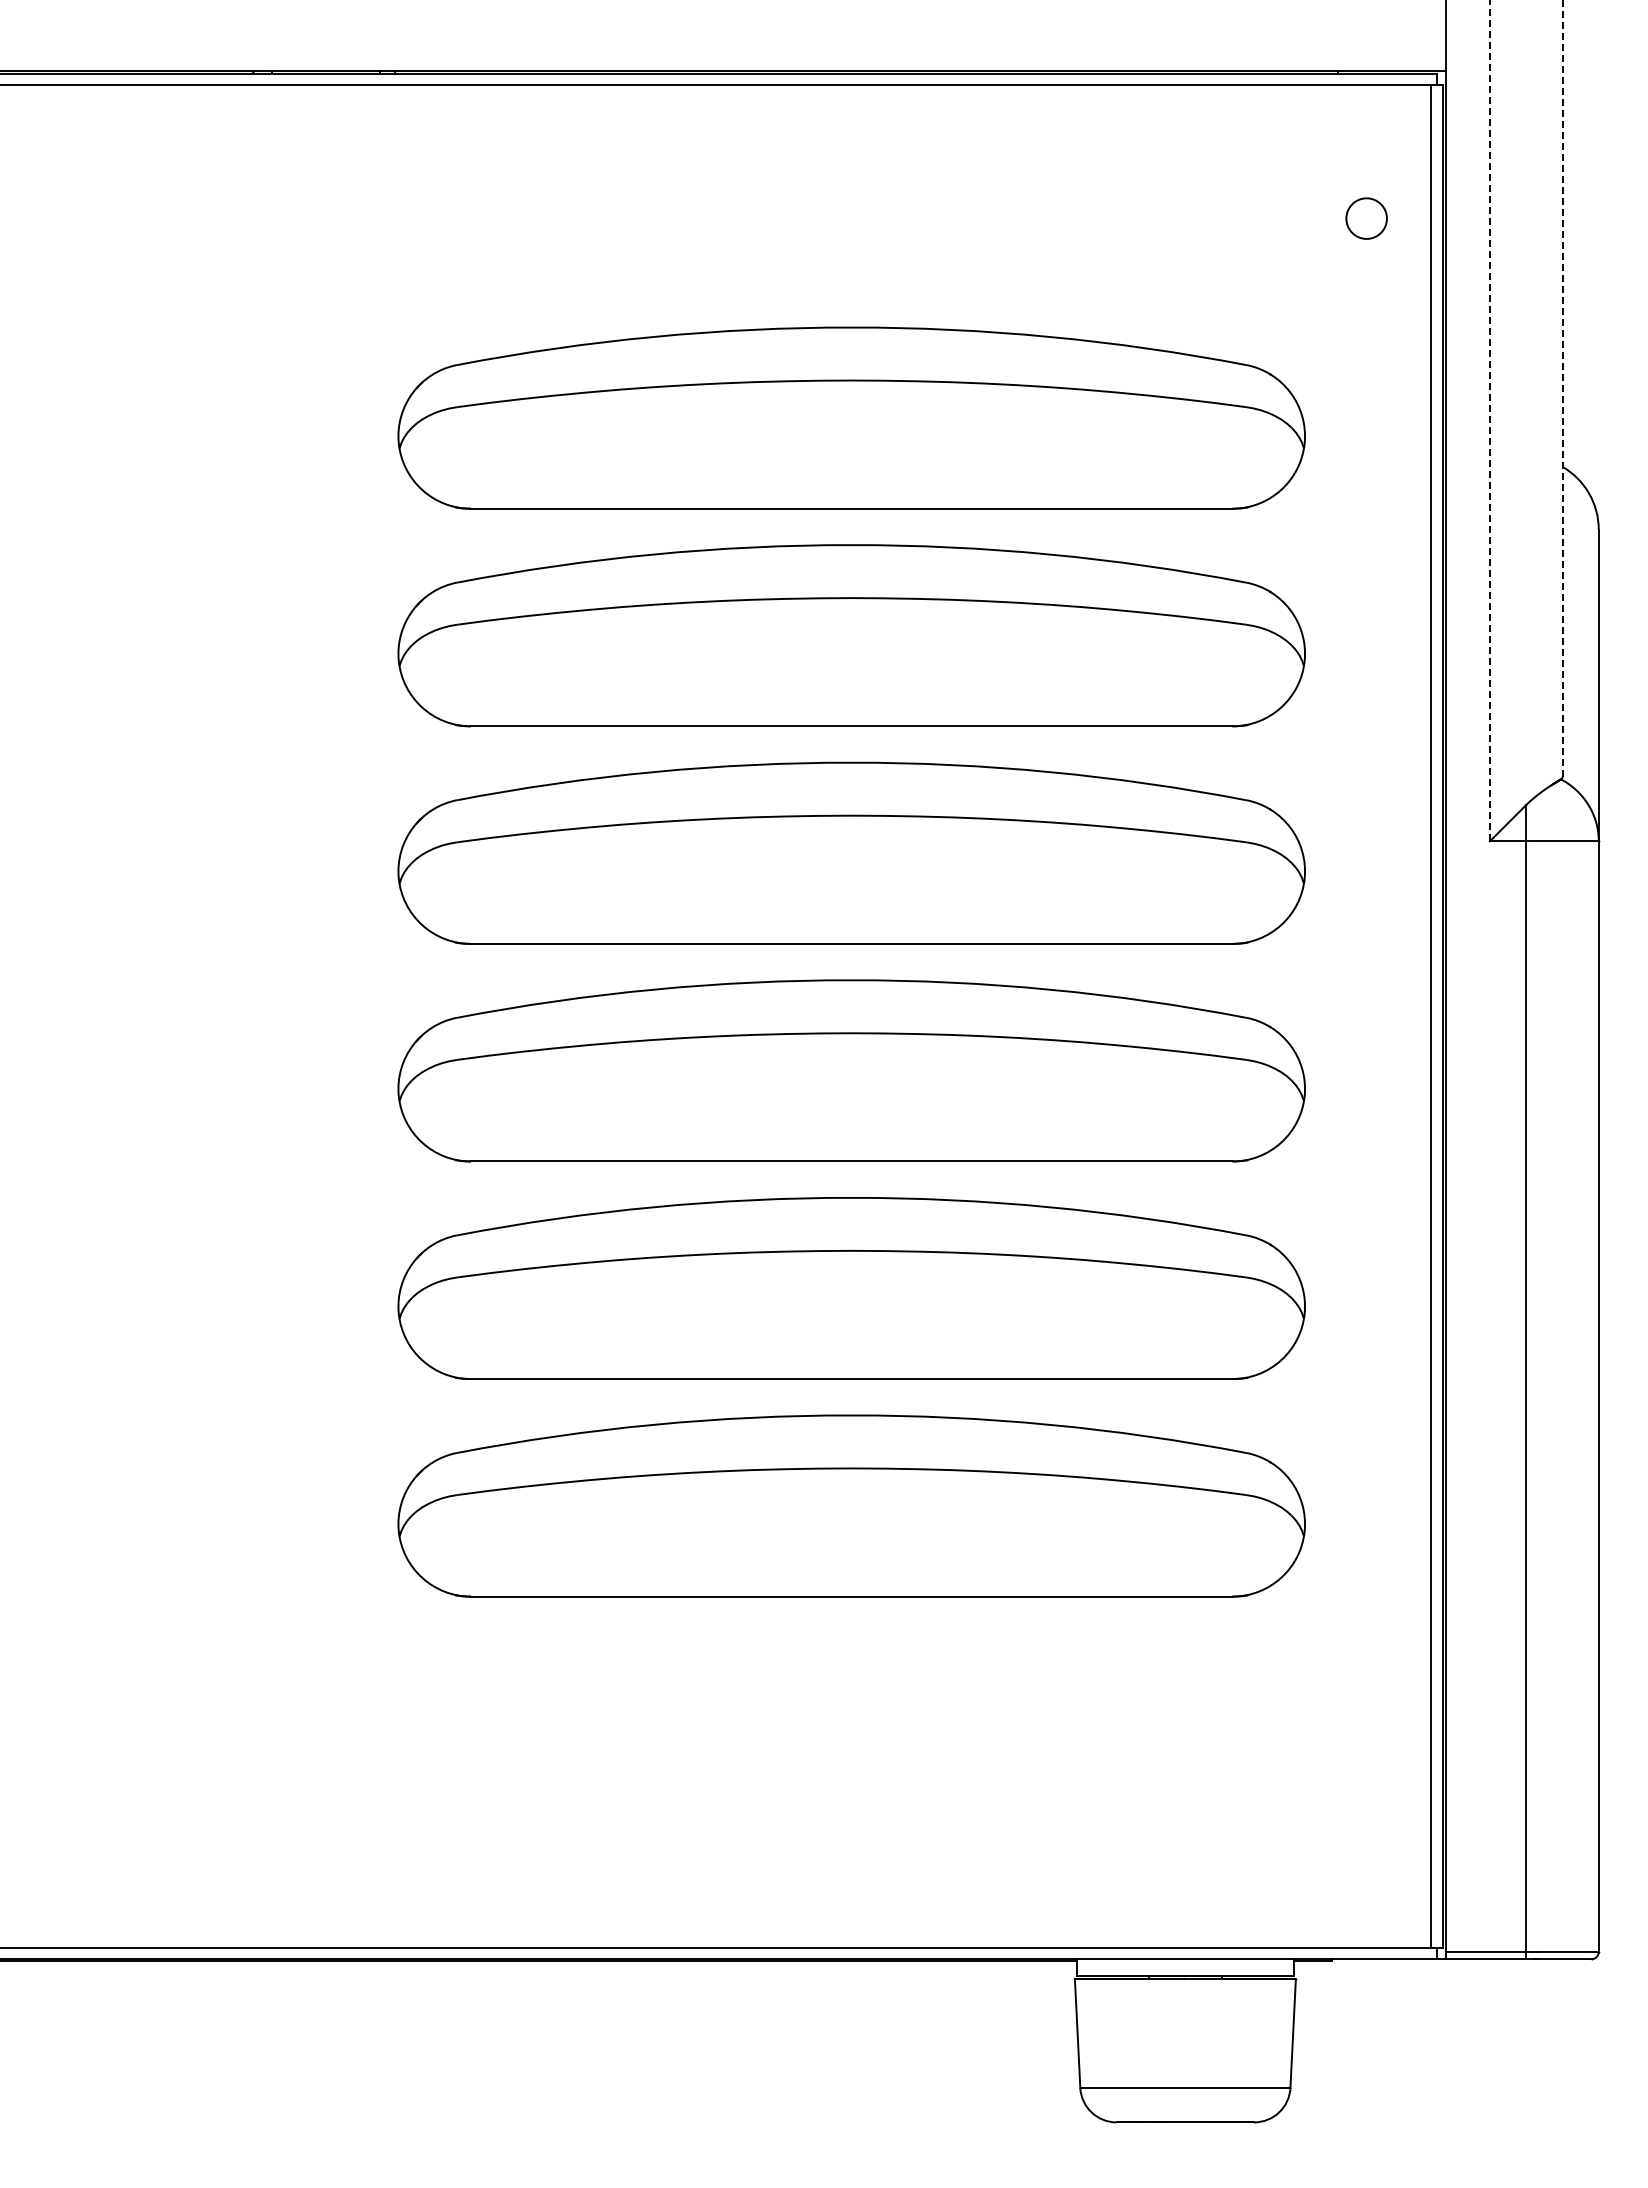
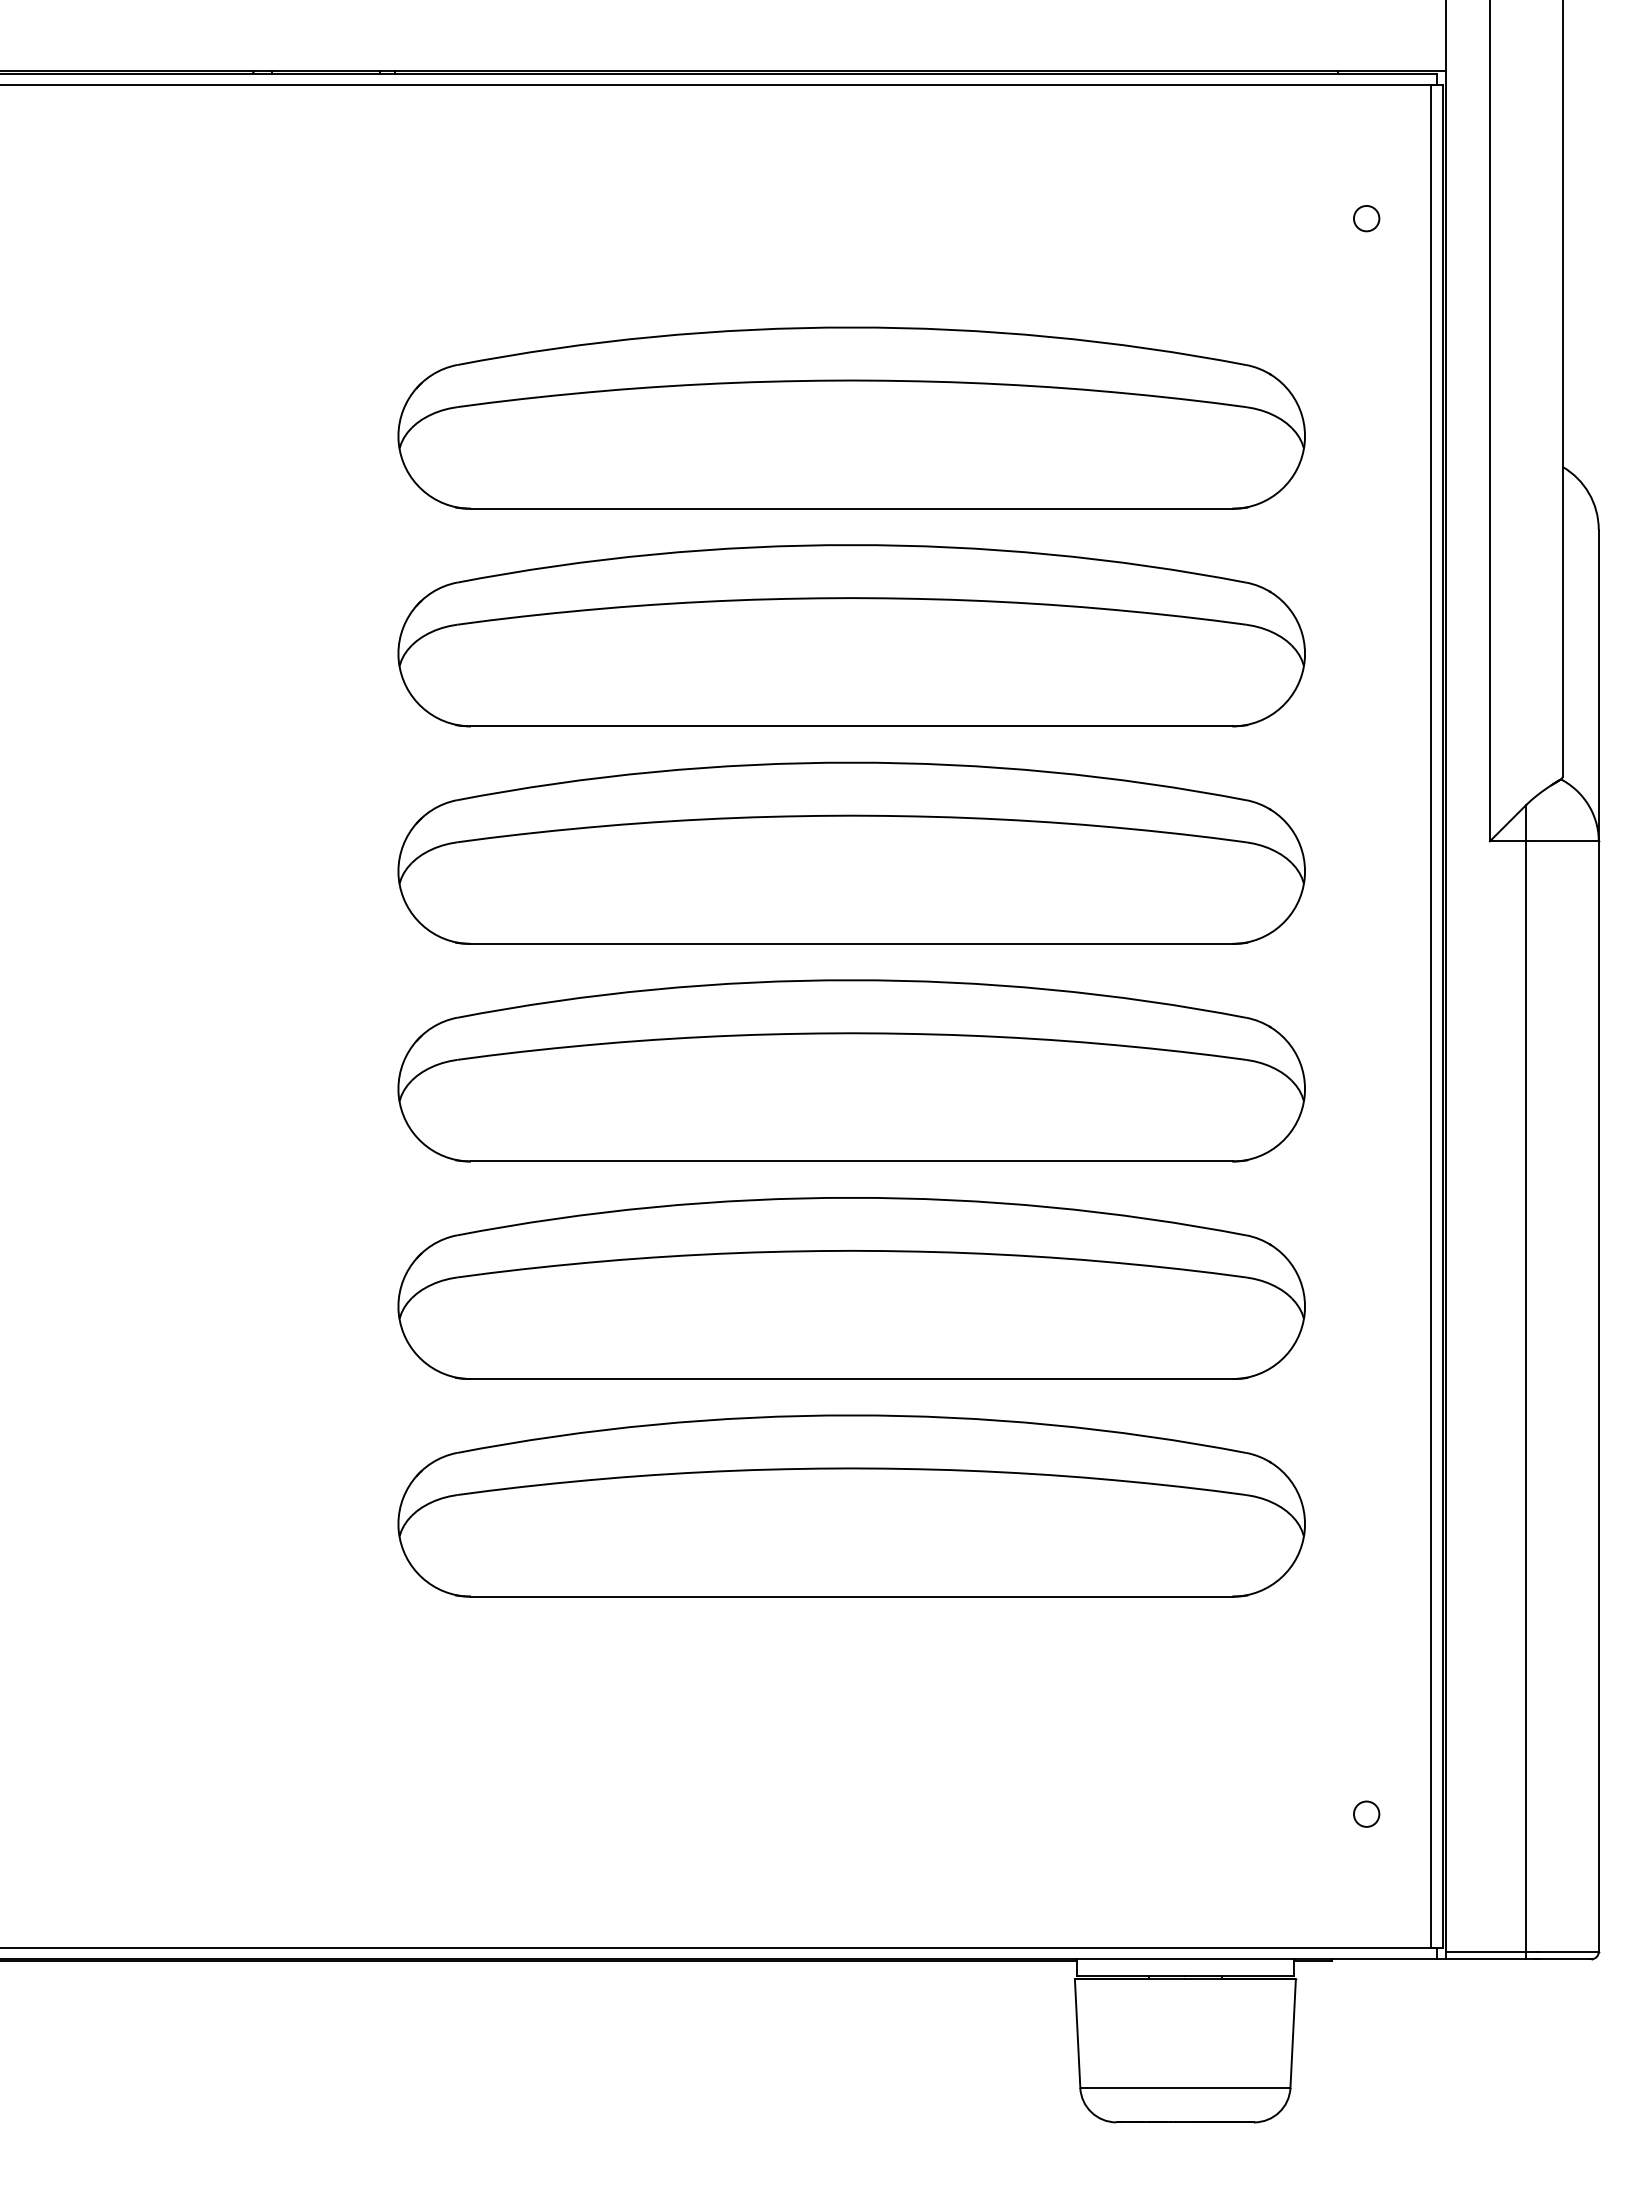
circle at (1366, 218) diameter: 41 px -> 25 px
line at (1562, 388): dashed -> solid
line at (1489, 420): dashed -> solid
circle at (1366, 1813): none -> present
